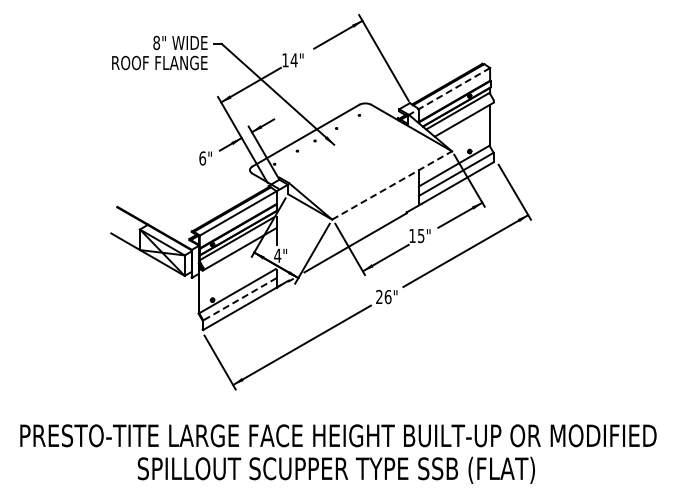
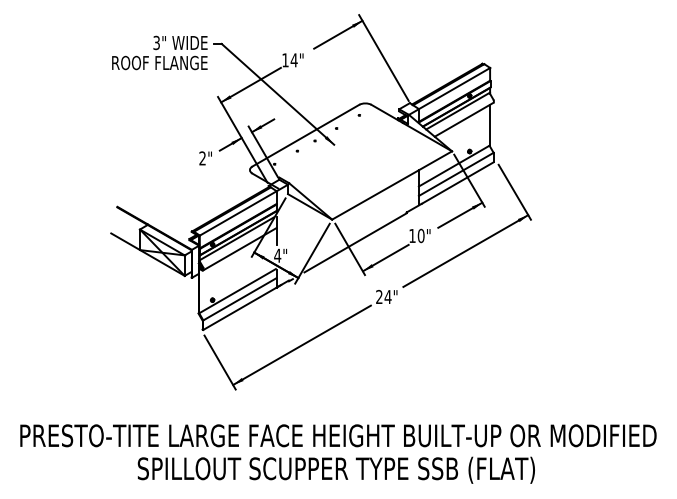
text at (156, 42): 8" -> 3"
line at (449, 91): dashed -> solid
text at (202, 158): 6" -> 2"
line at (392, 185): dashed -> solid
text at (420, 235): 15" -> 10"
text at (387, 297): 26" -> 24"
line at (239, 299): dashed -> solid
